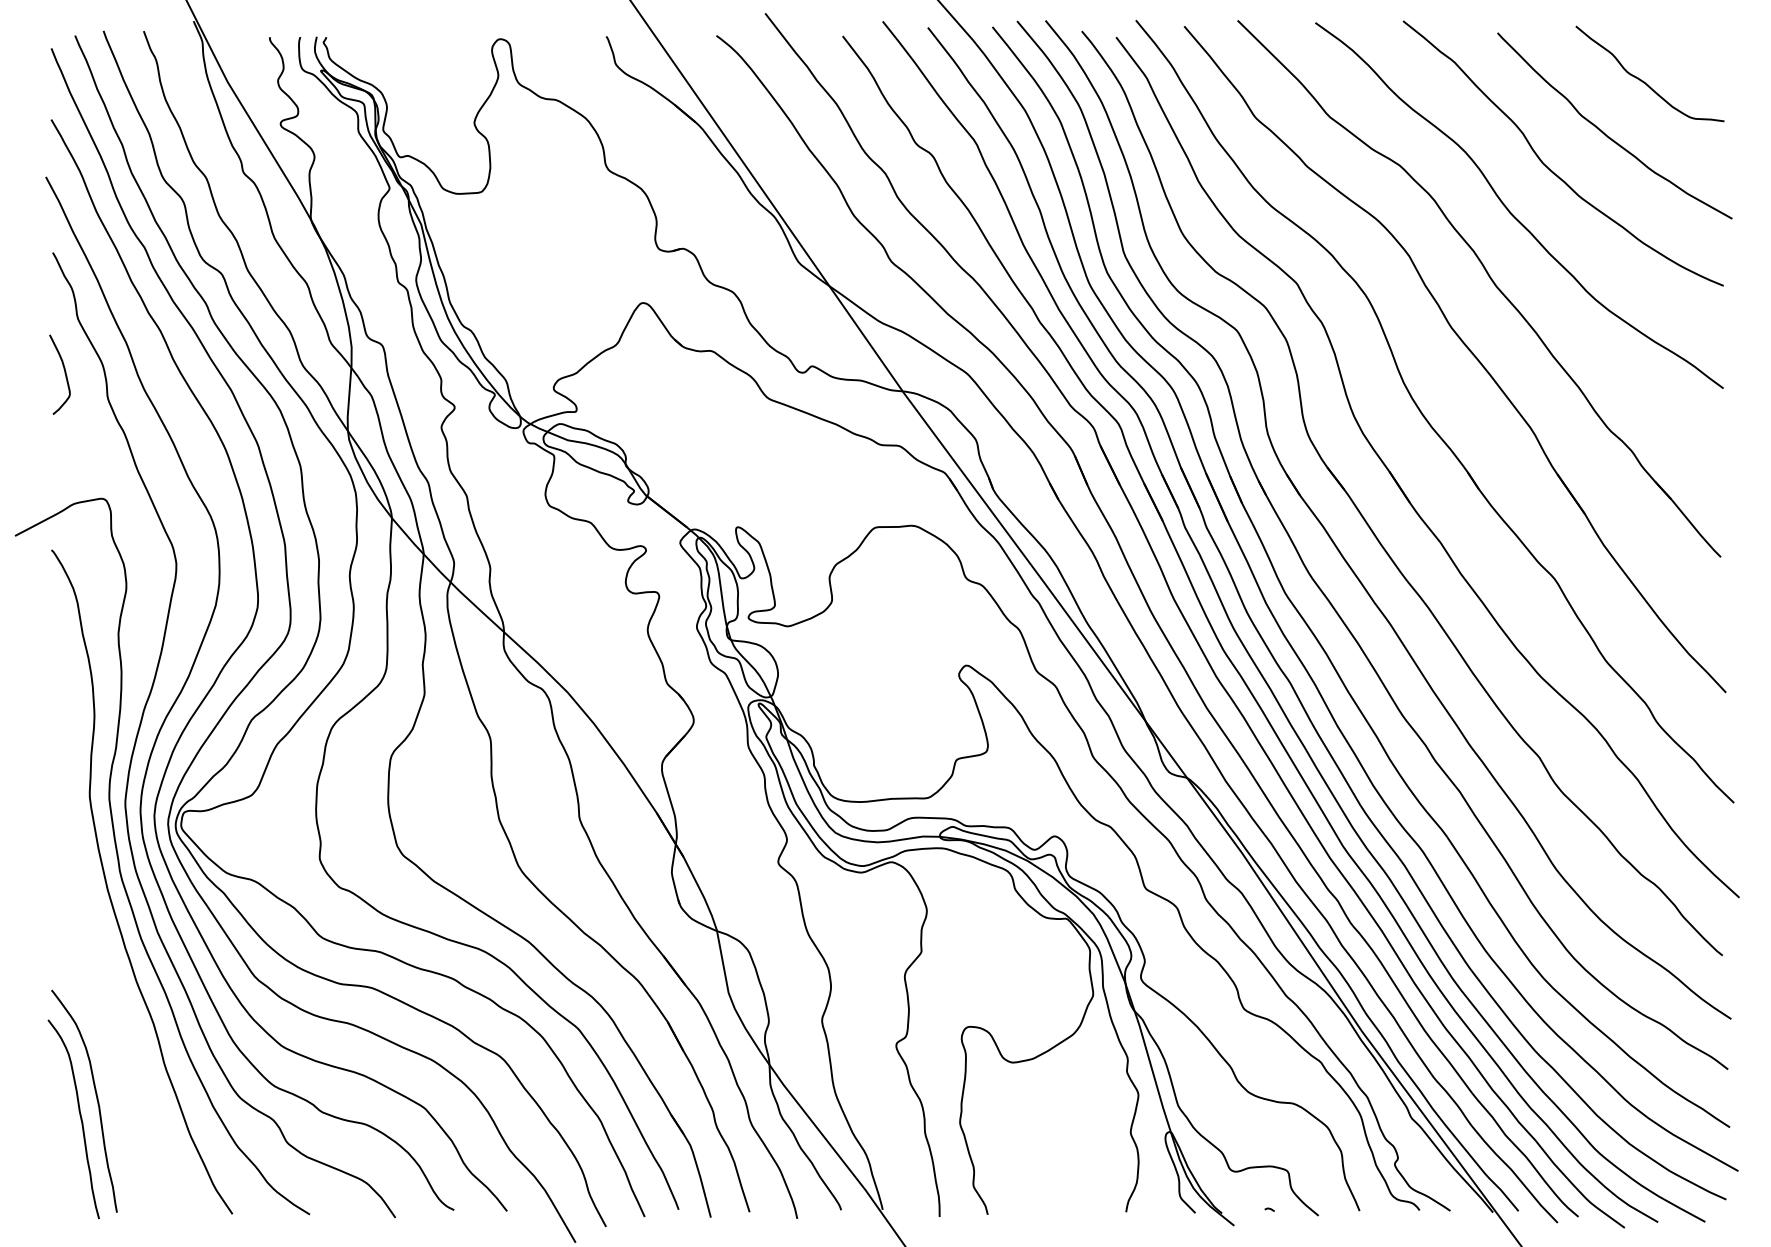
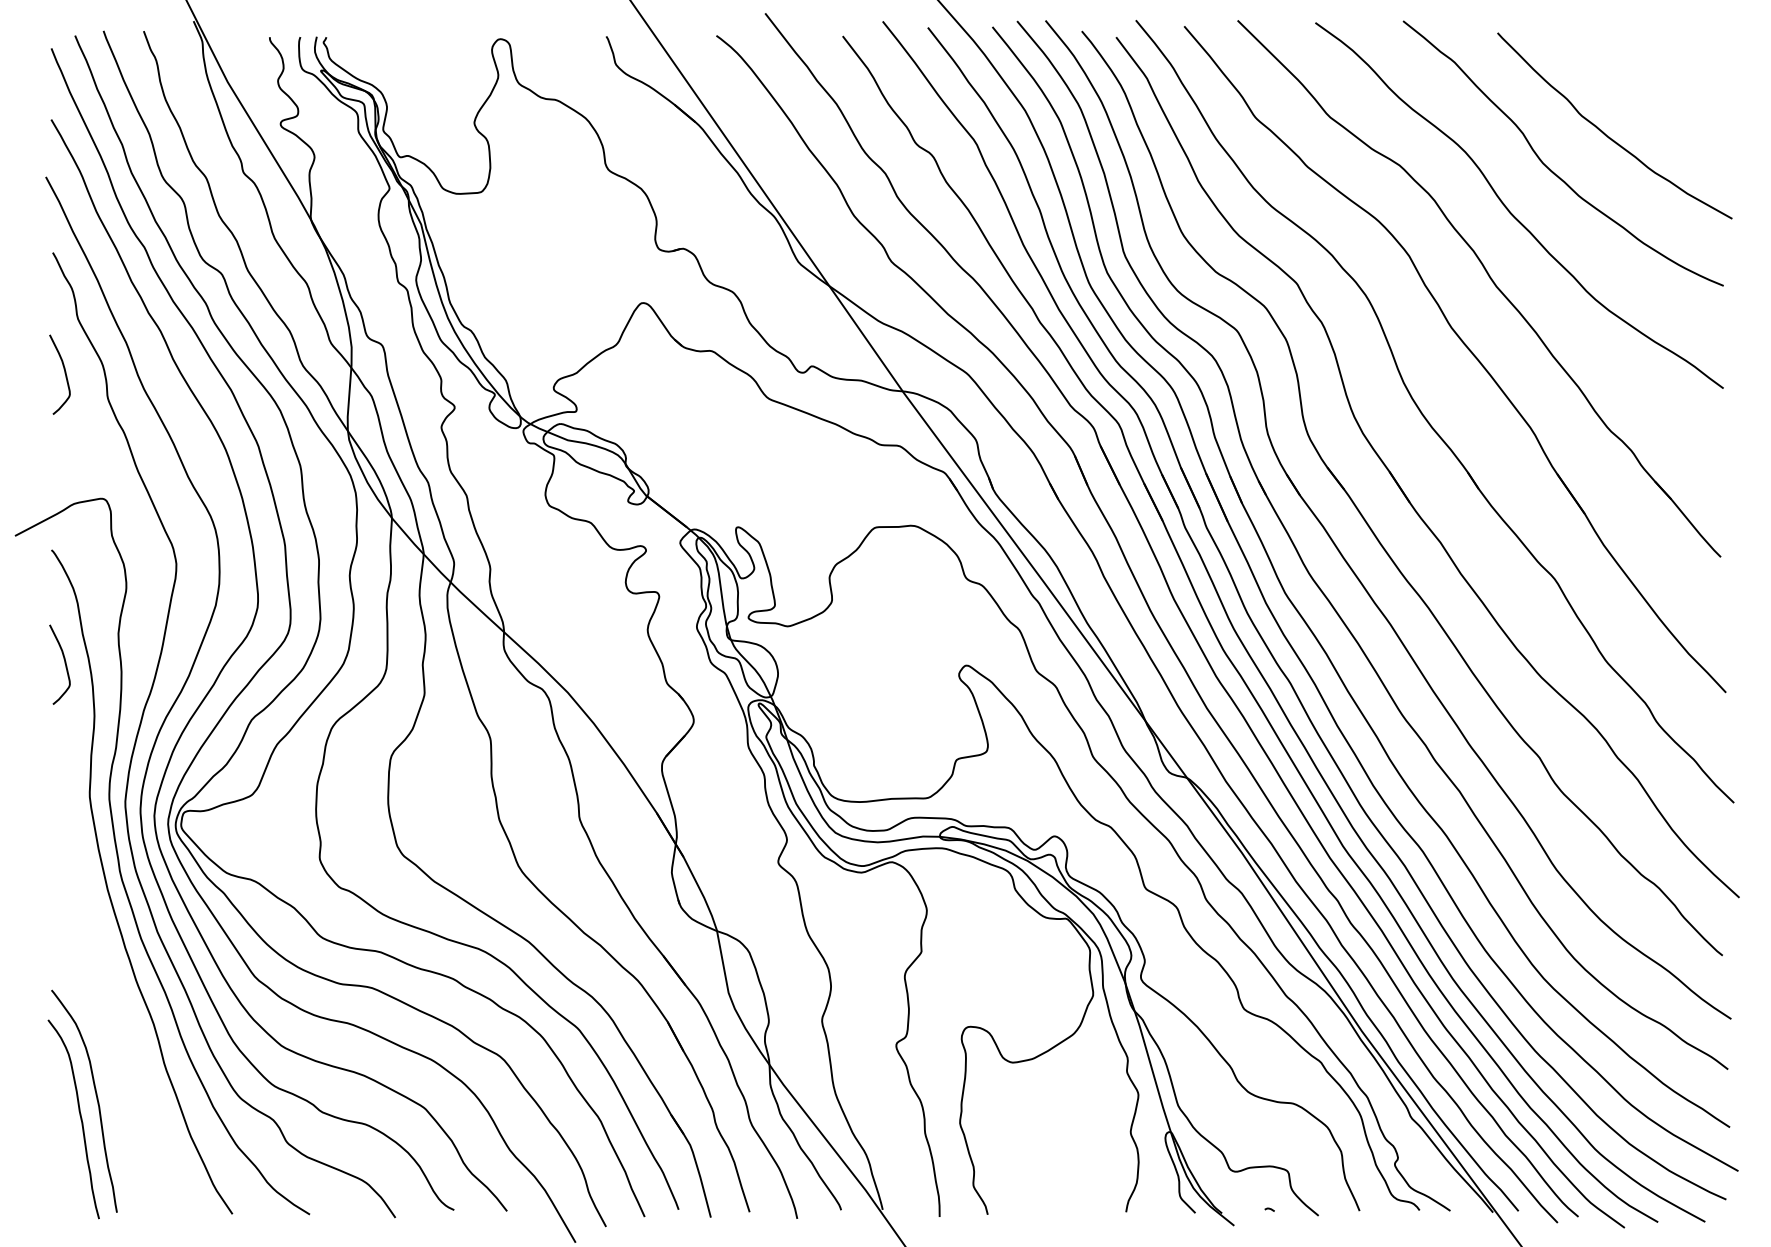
curve at (1643, 80): present -> none
curve at (64, 663): none -> present
